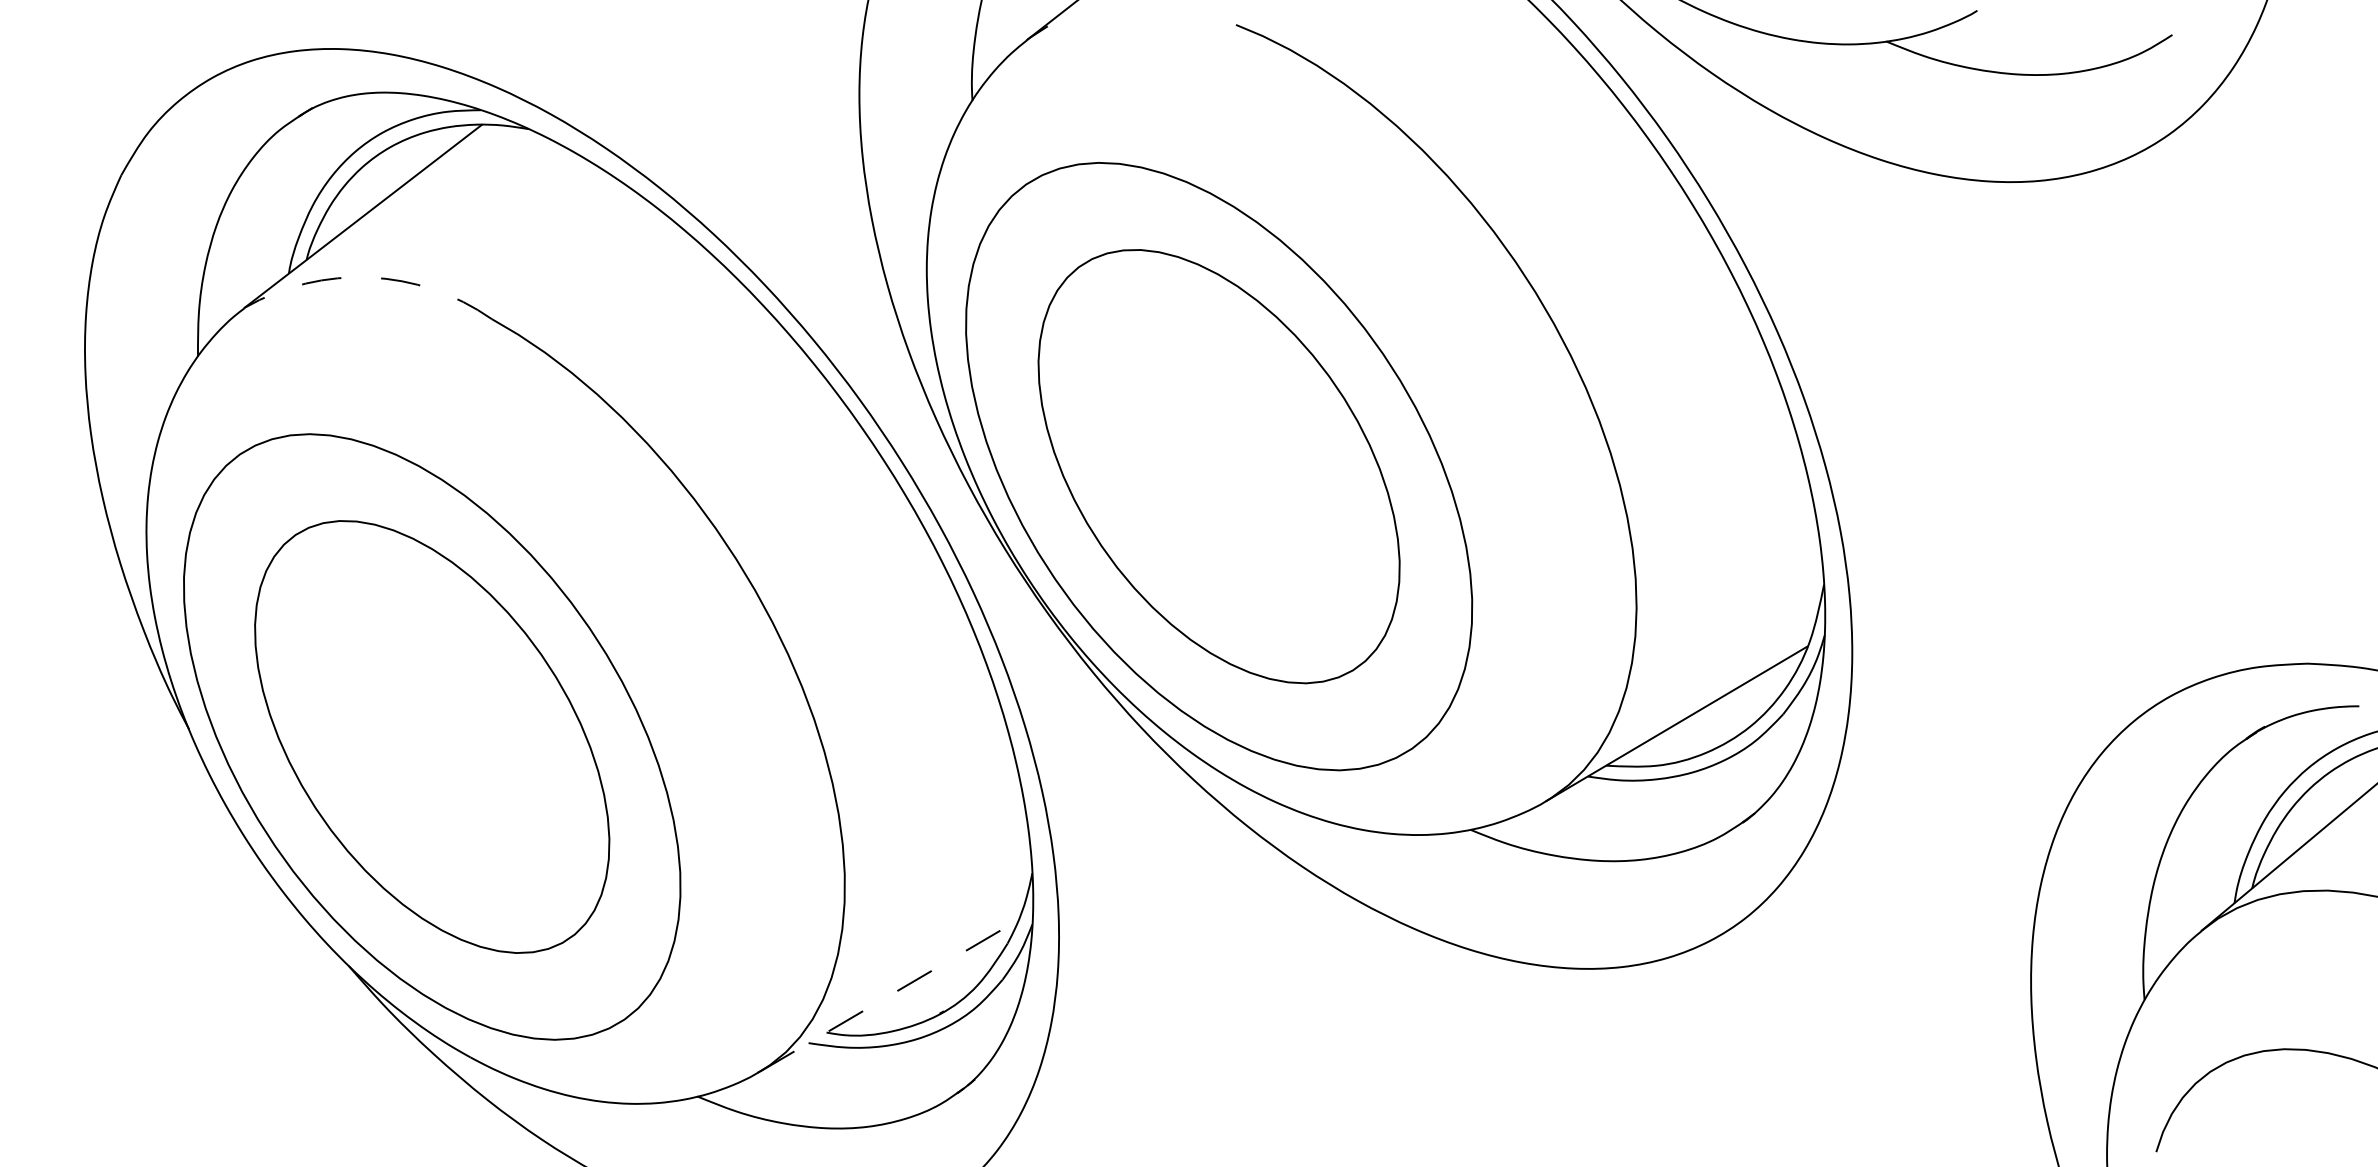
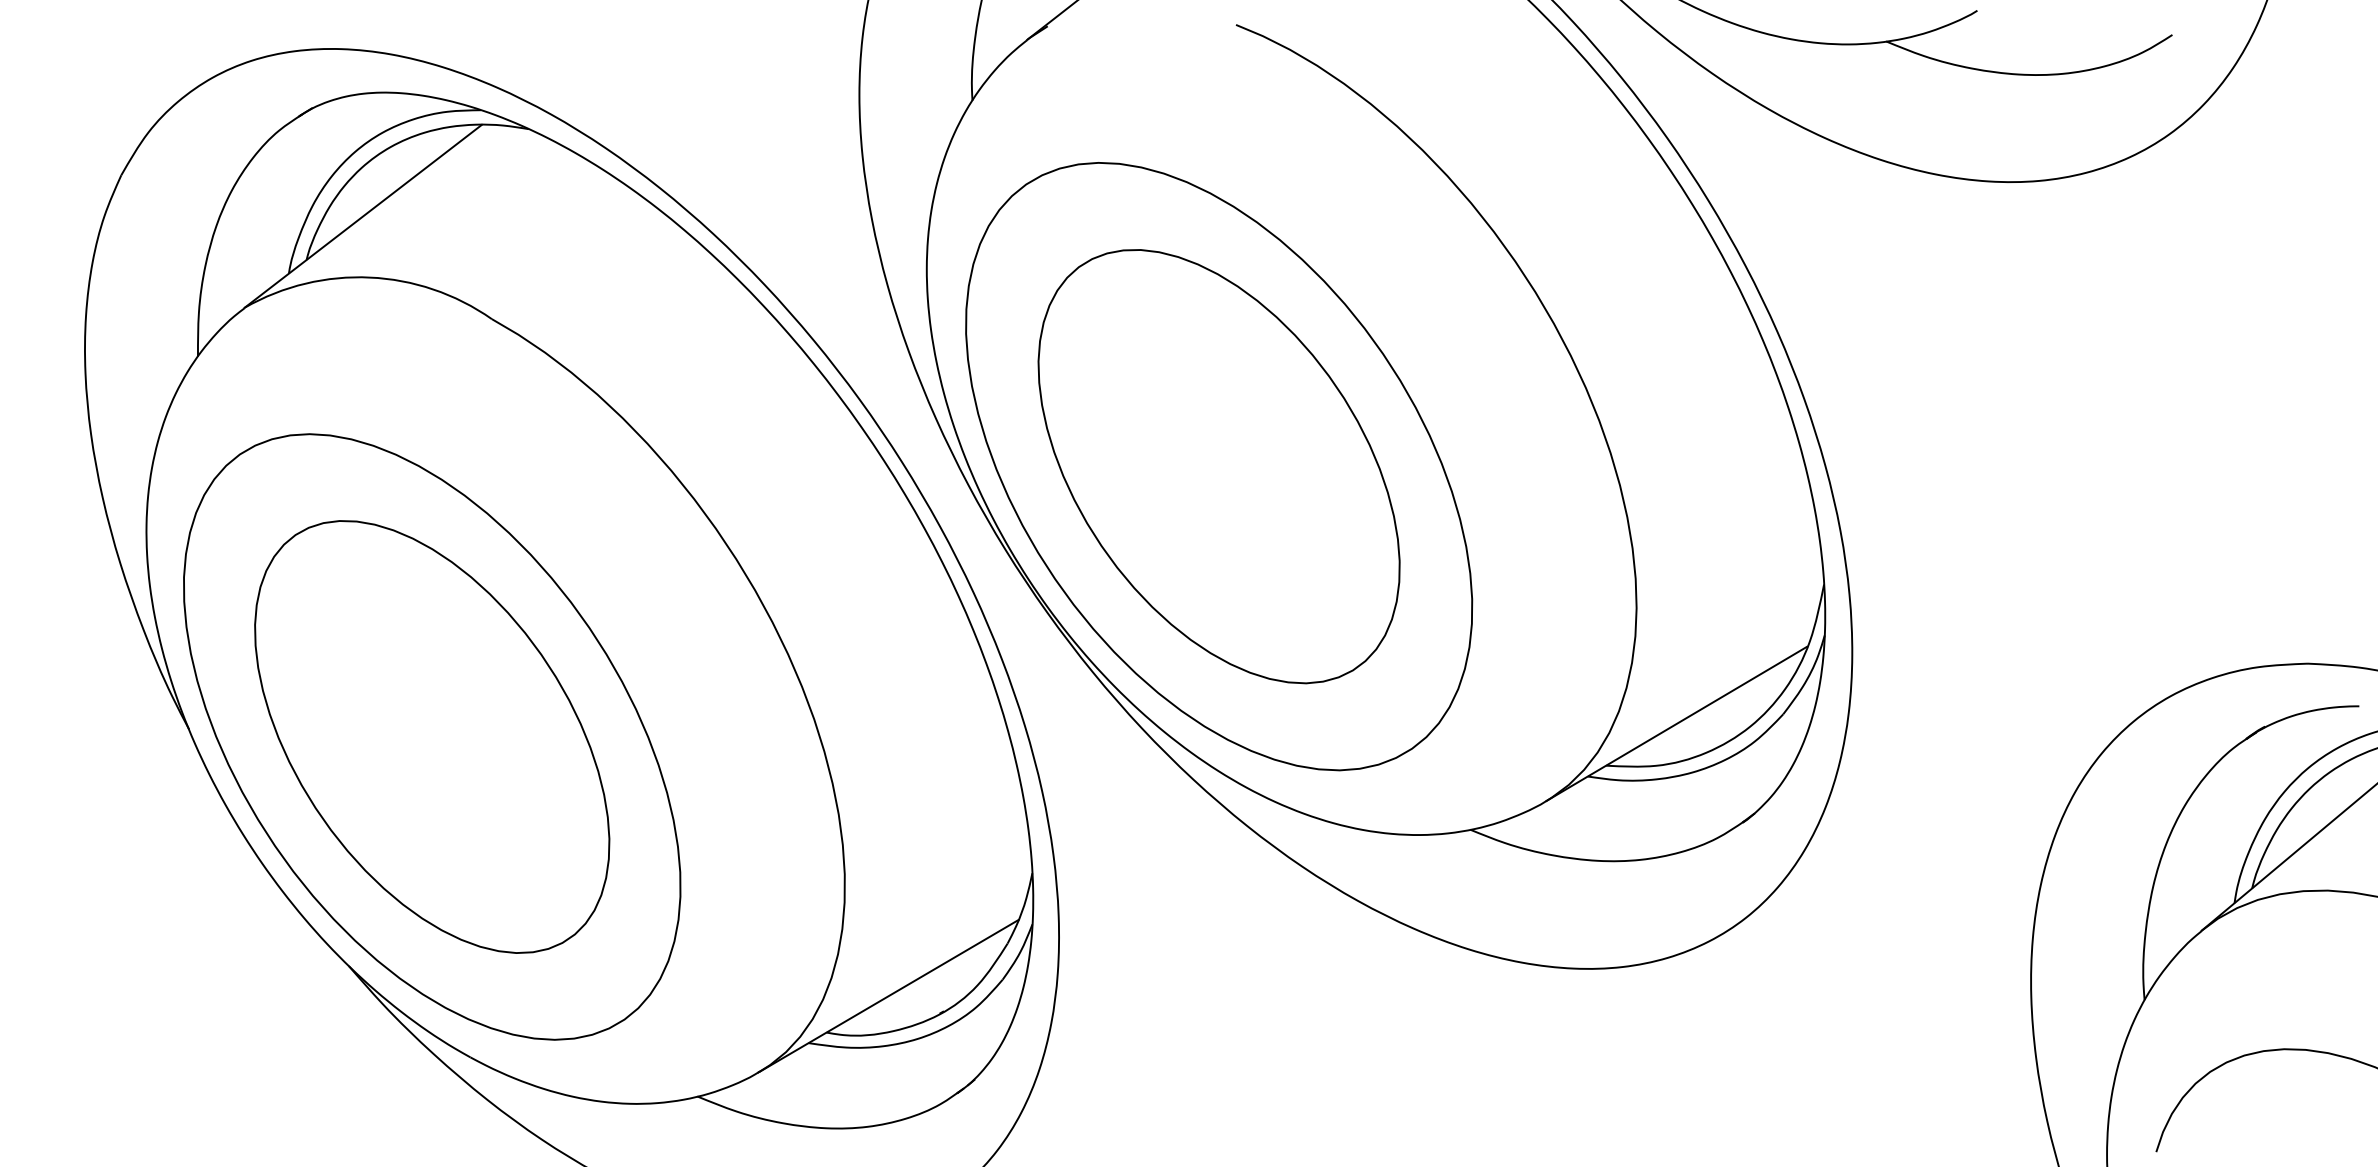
arc at (369, 277): dashed -> solid
line at (889, 995): dashed -> solid
